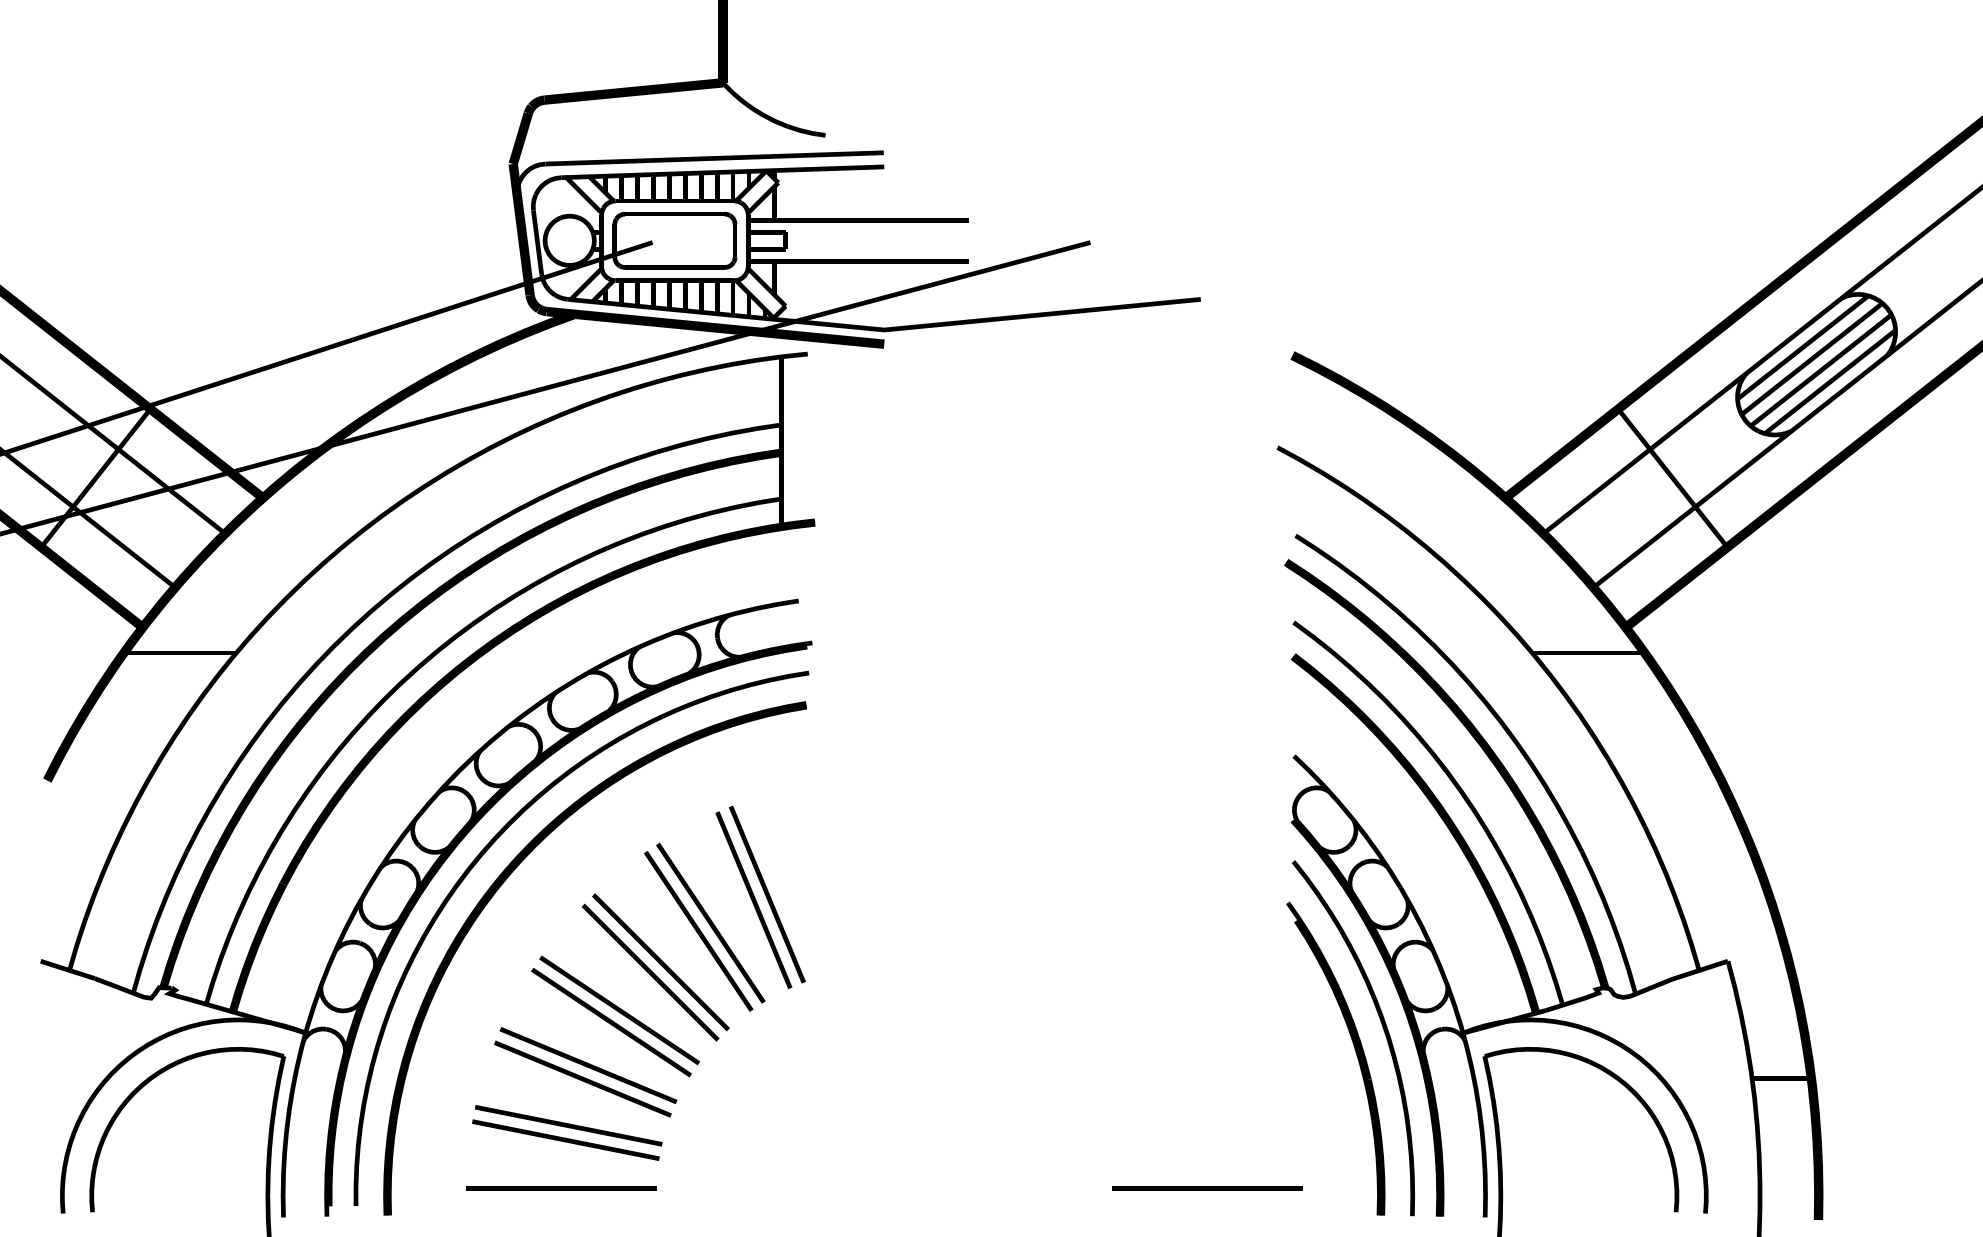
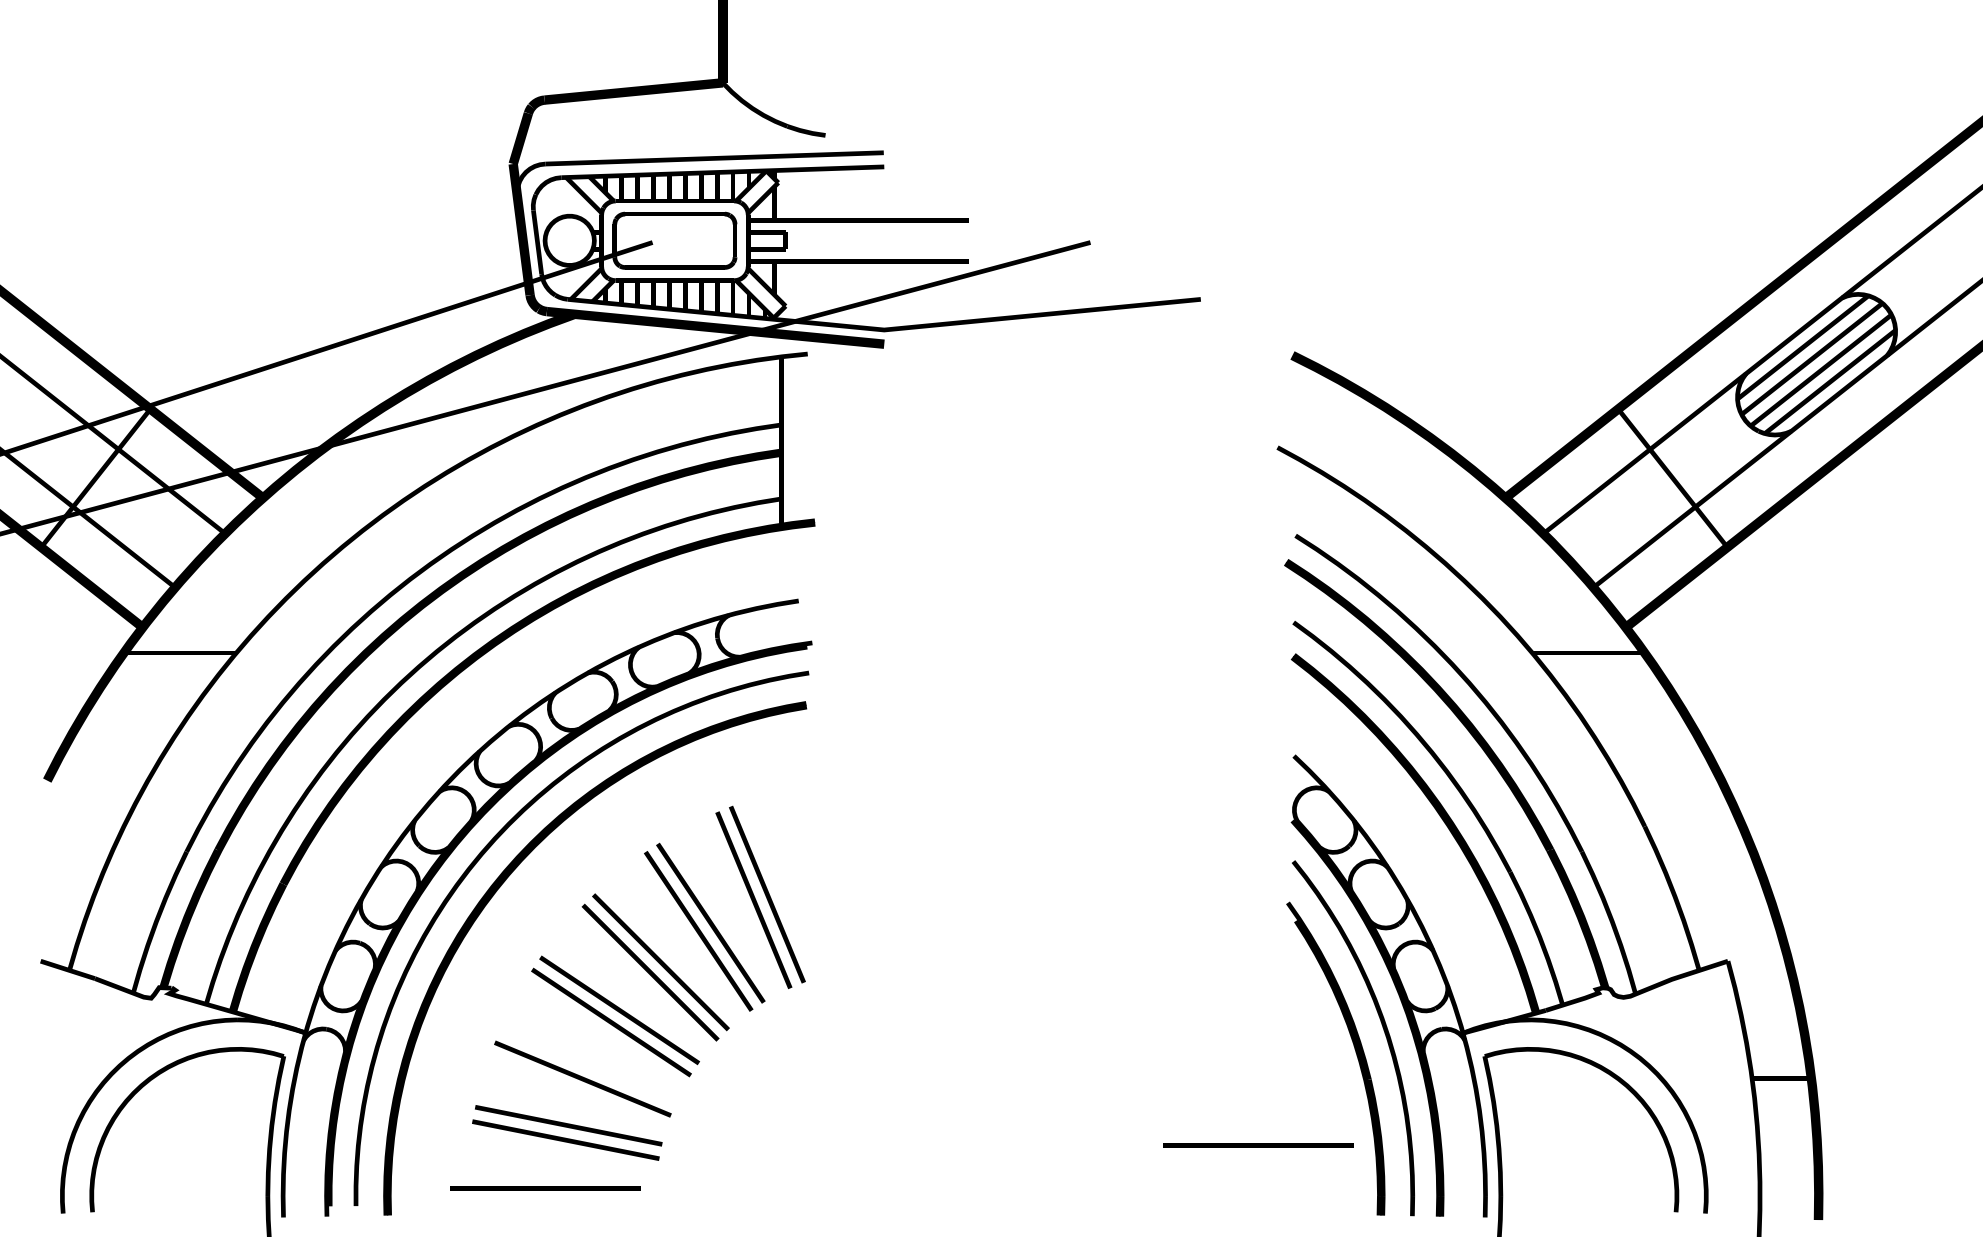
line at (588, 1065): present -> none
line at (561, 1188) position: (561, 1188) -> (545, 1188)
line at (1207, 1188) position: (1207, 1188) -> (1258, 1145)
